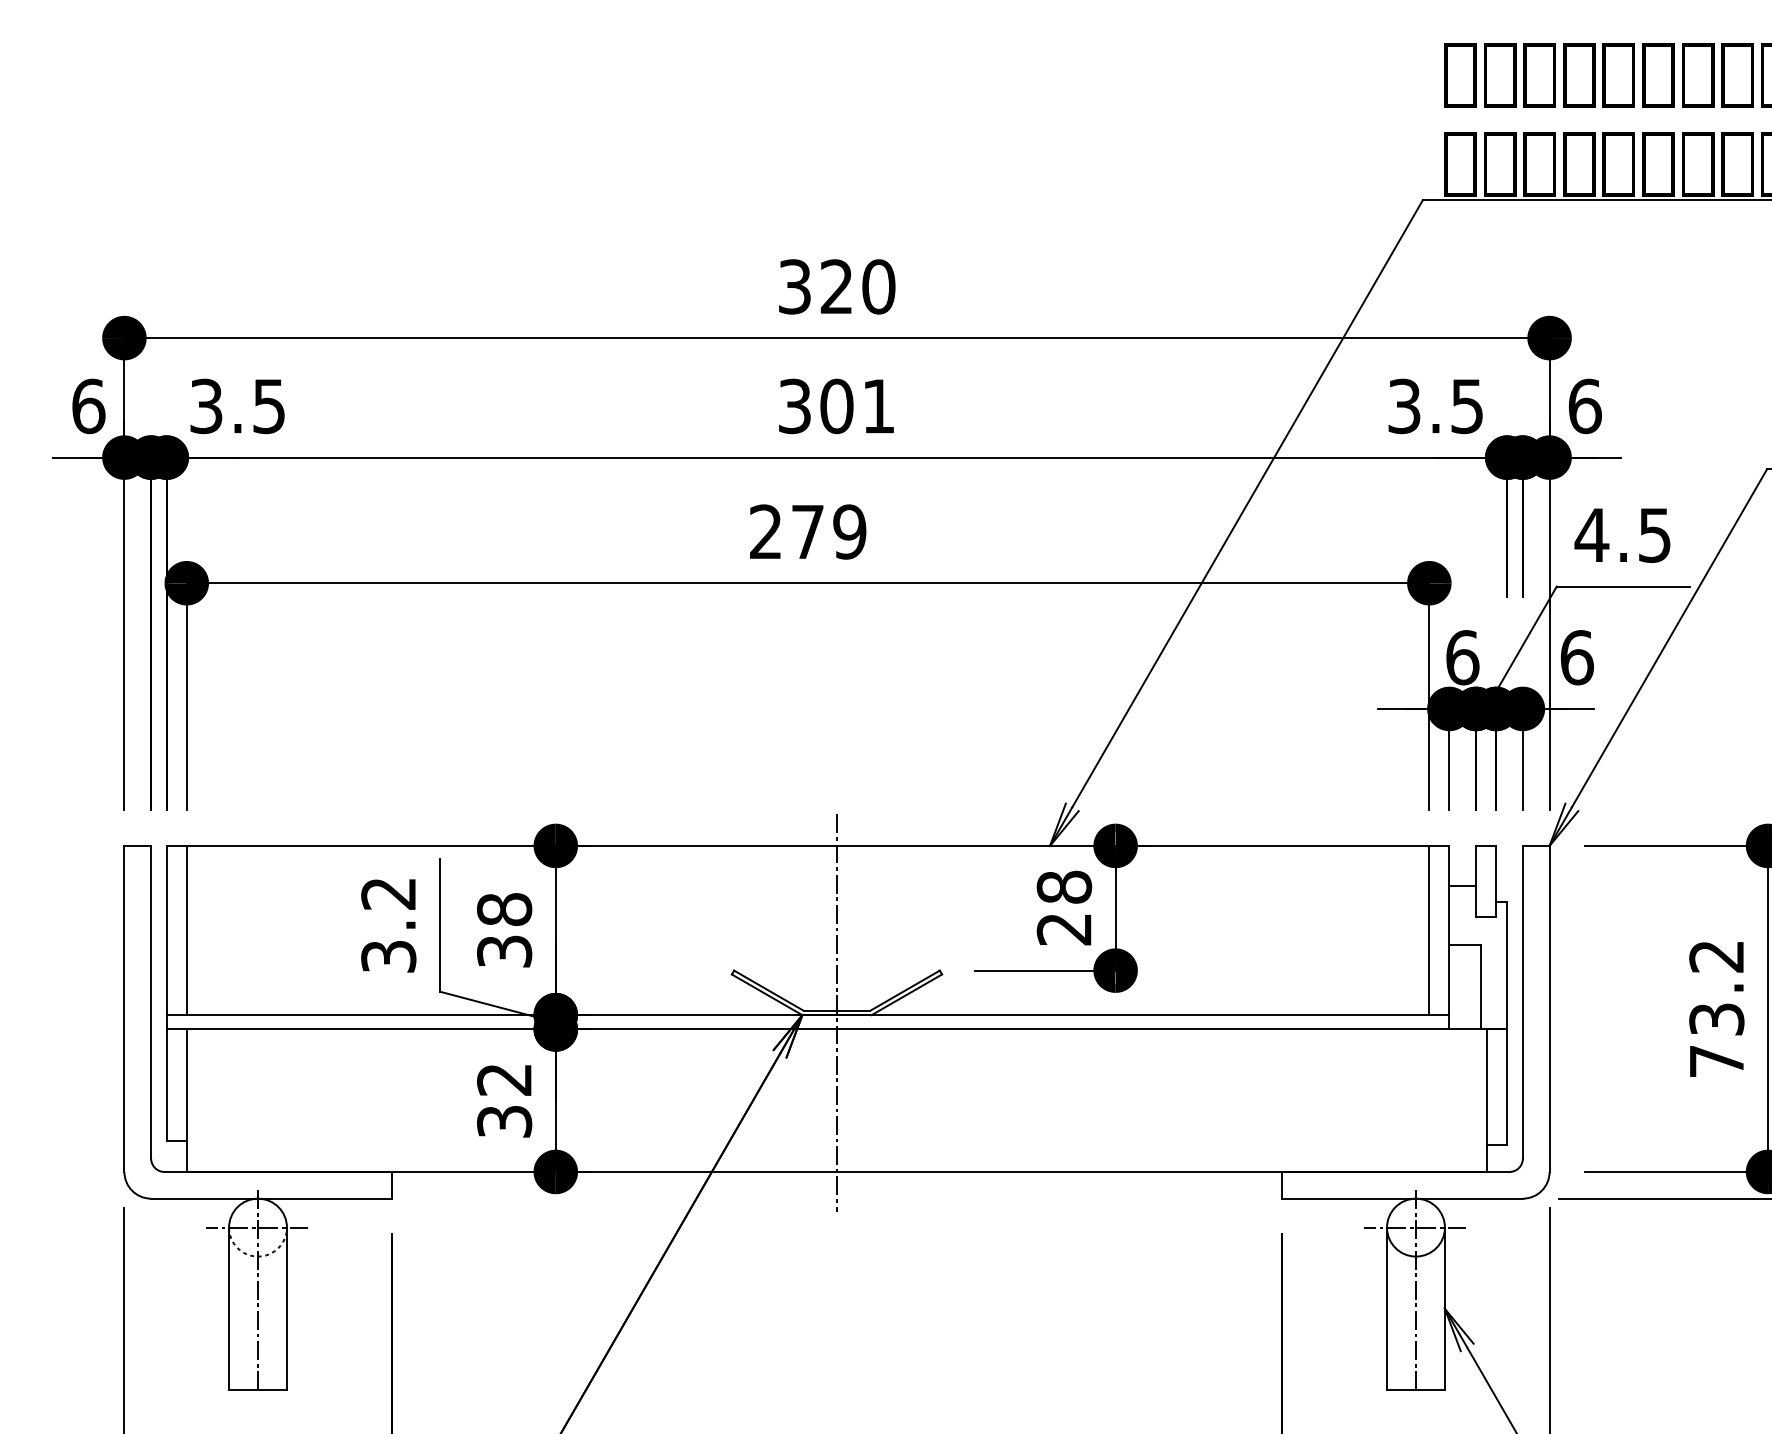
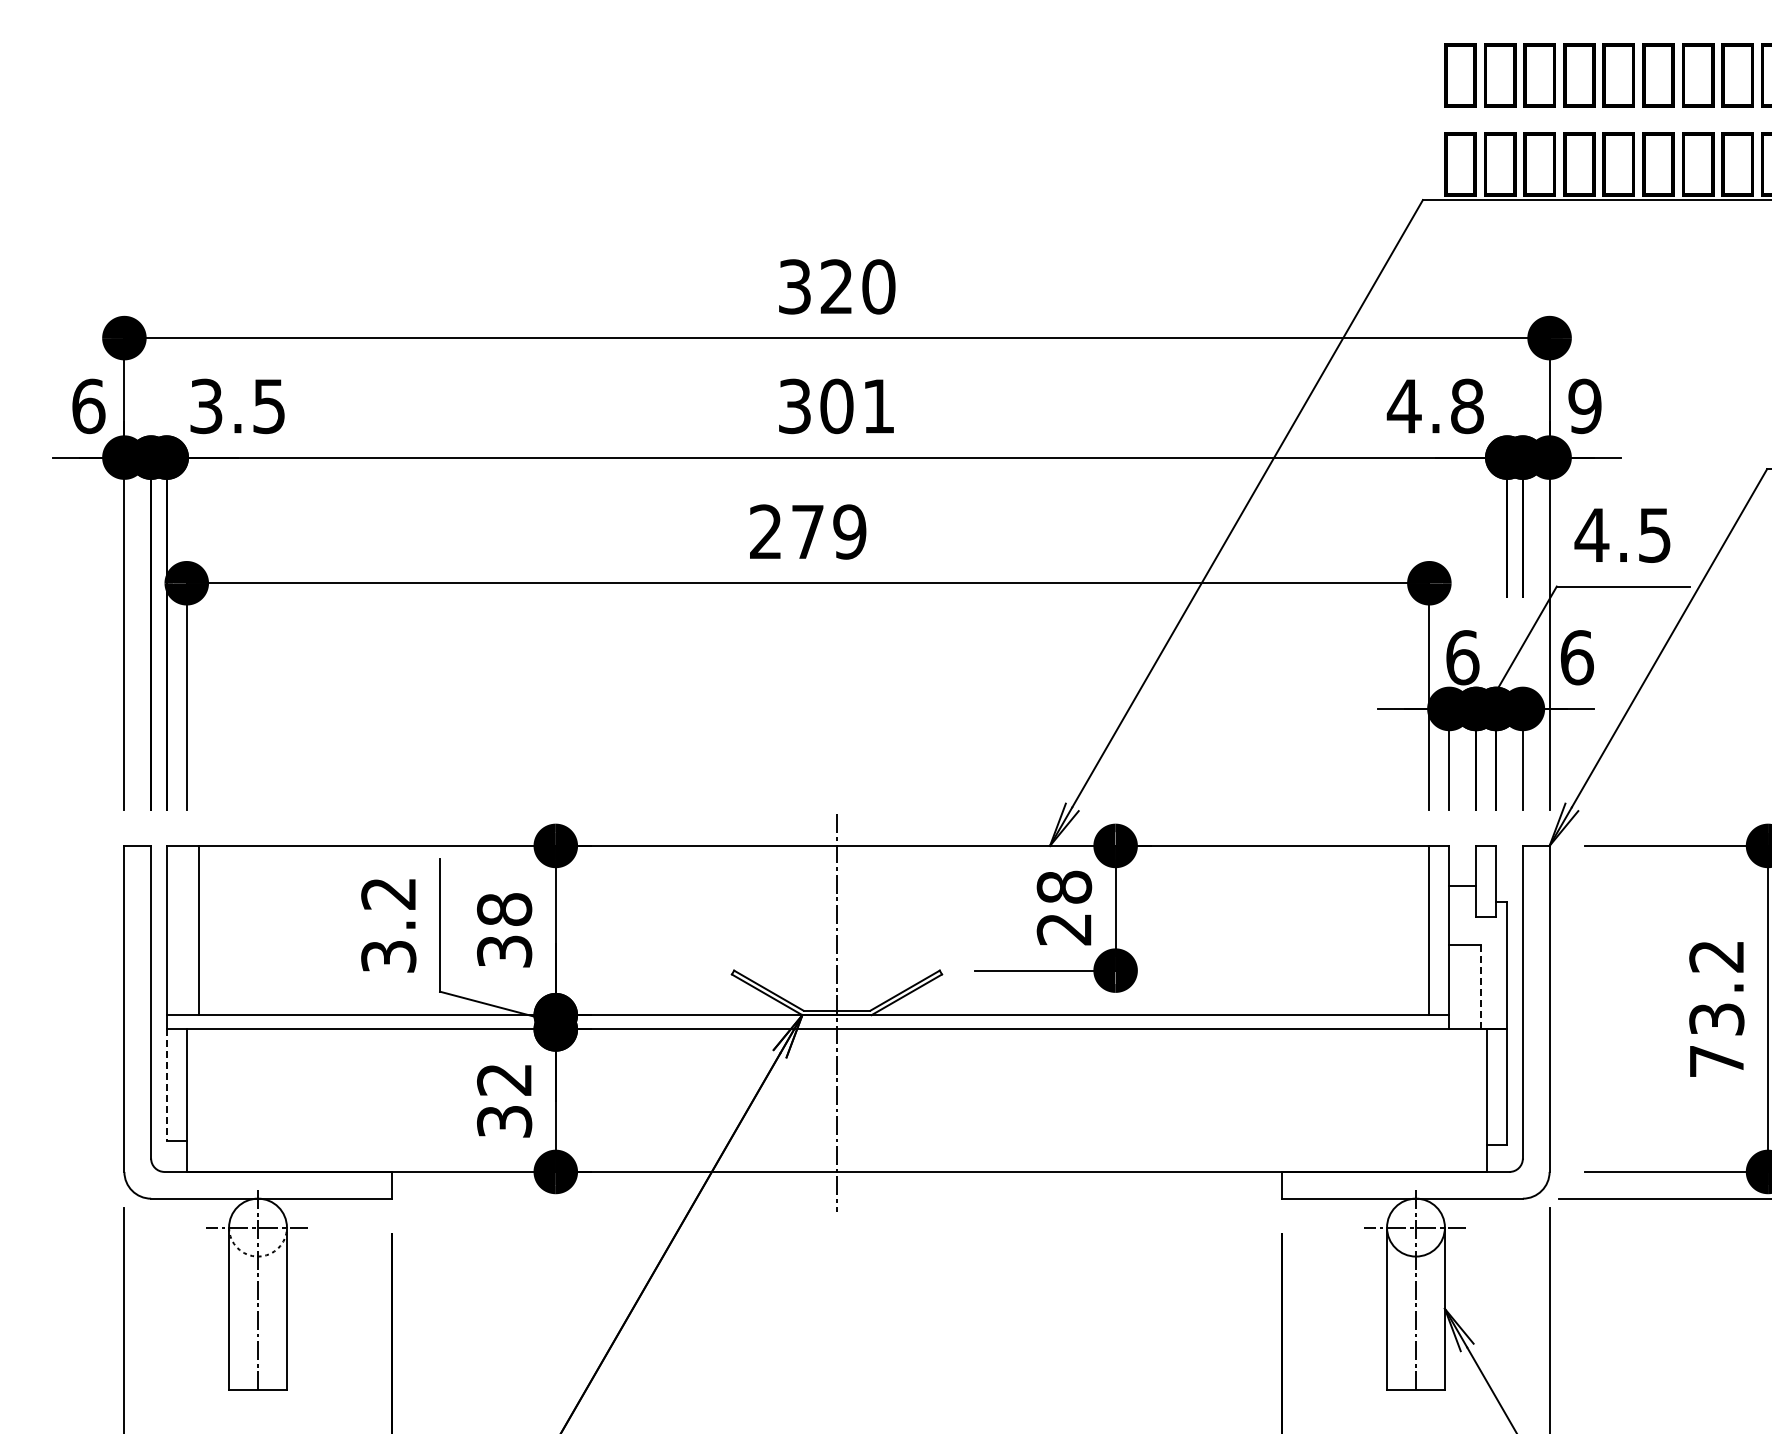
text at (1434, 406): 3.5 -> 4.8
text at (1584, 406): 6 -> 9
line at (186, 930) position: (186, 930) -> (198, 930)
line at (1480, 986): solid -> dashed
line at (166, 1085): solid -> dashed
